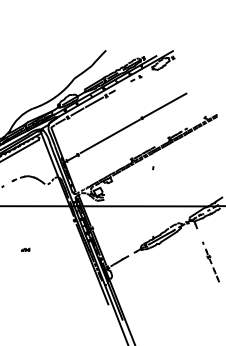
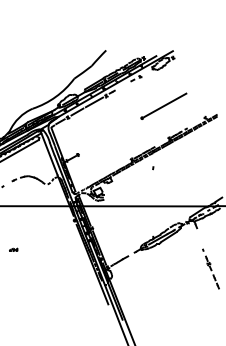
line at (109, 135): present -> none
part at (25, 249) position: (25, 249) -> (13, 249)
part at (210, 261) position: (210, 261) -> (210, 268)
